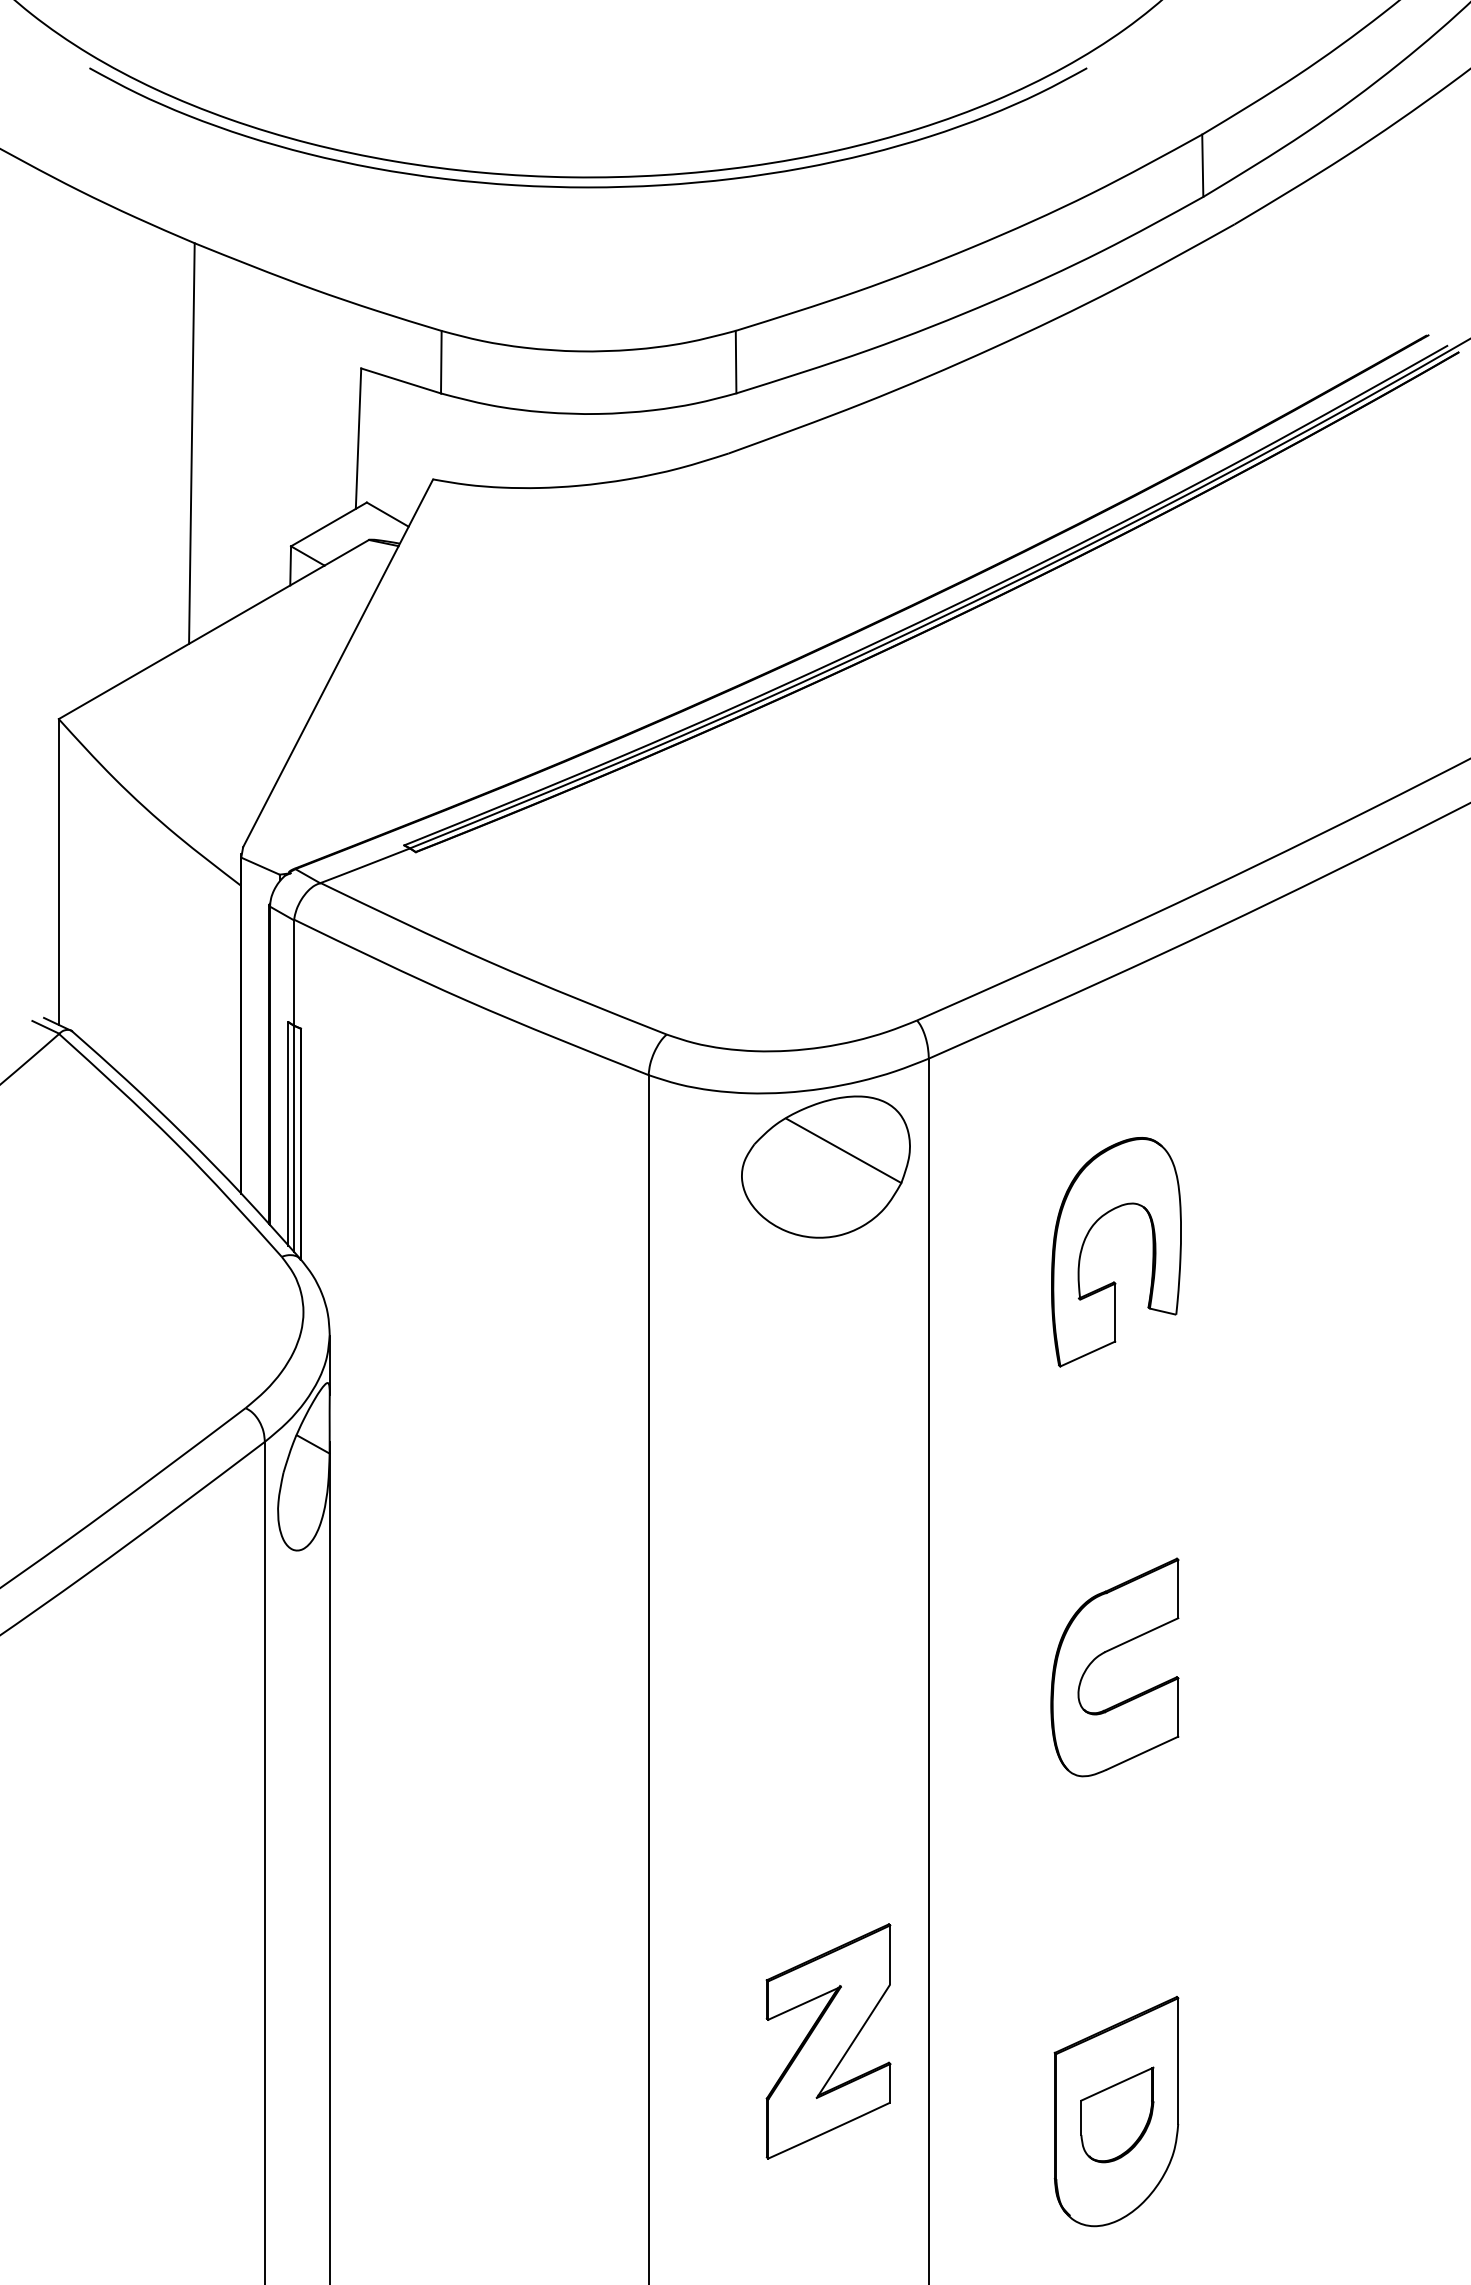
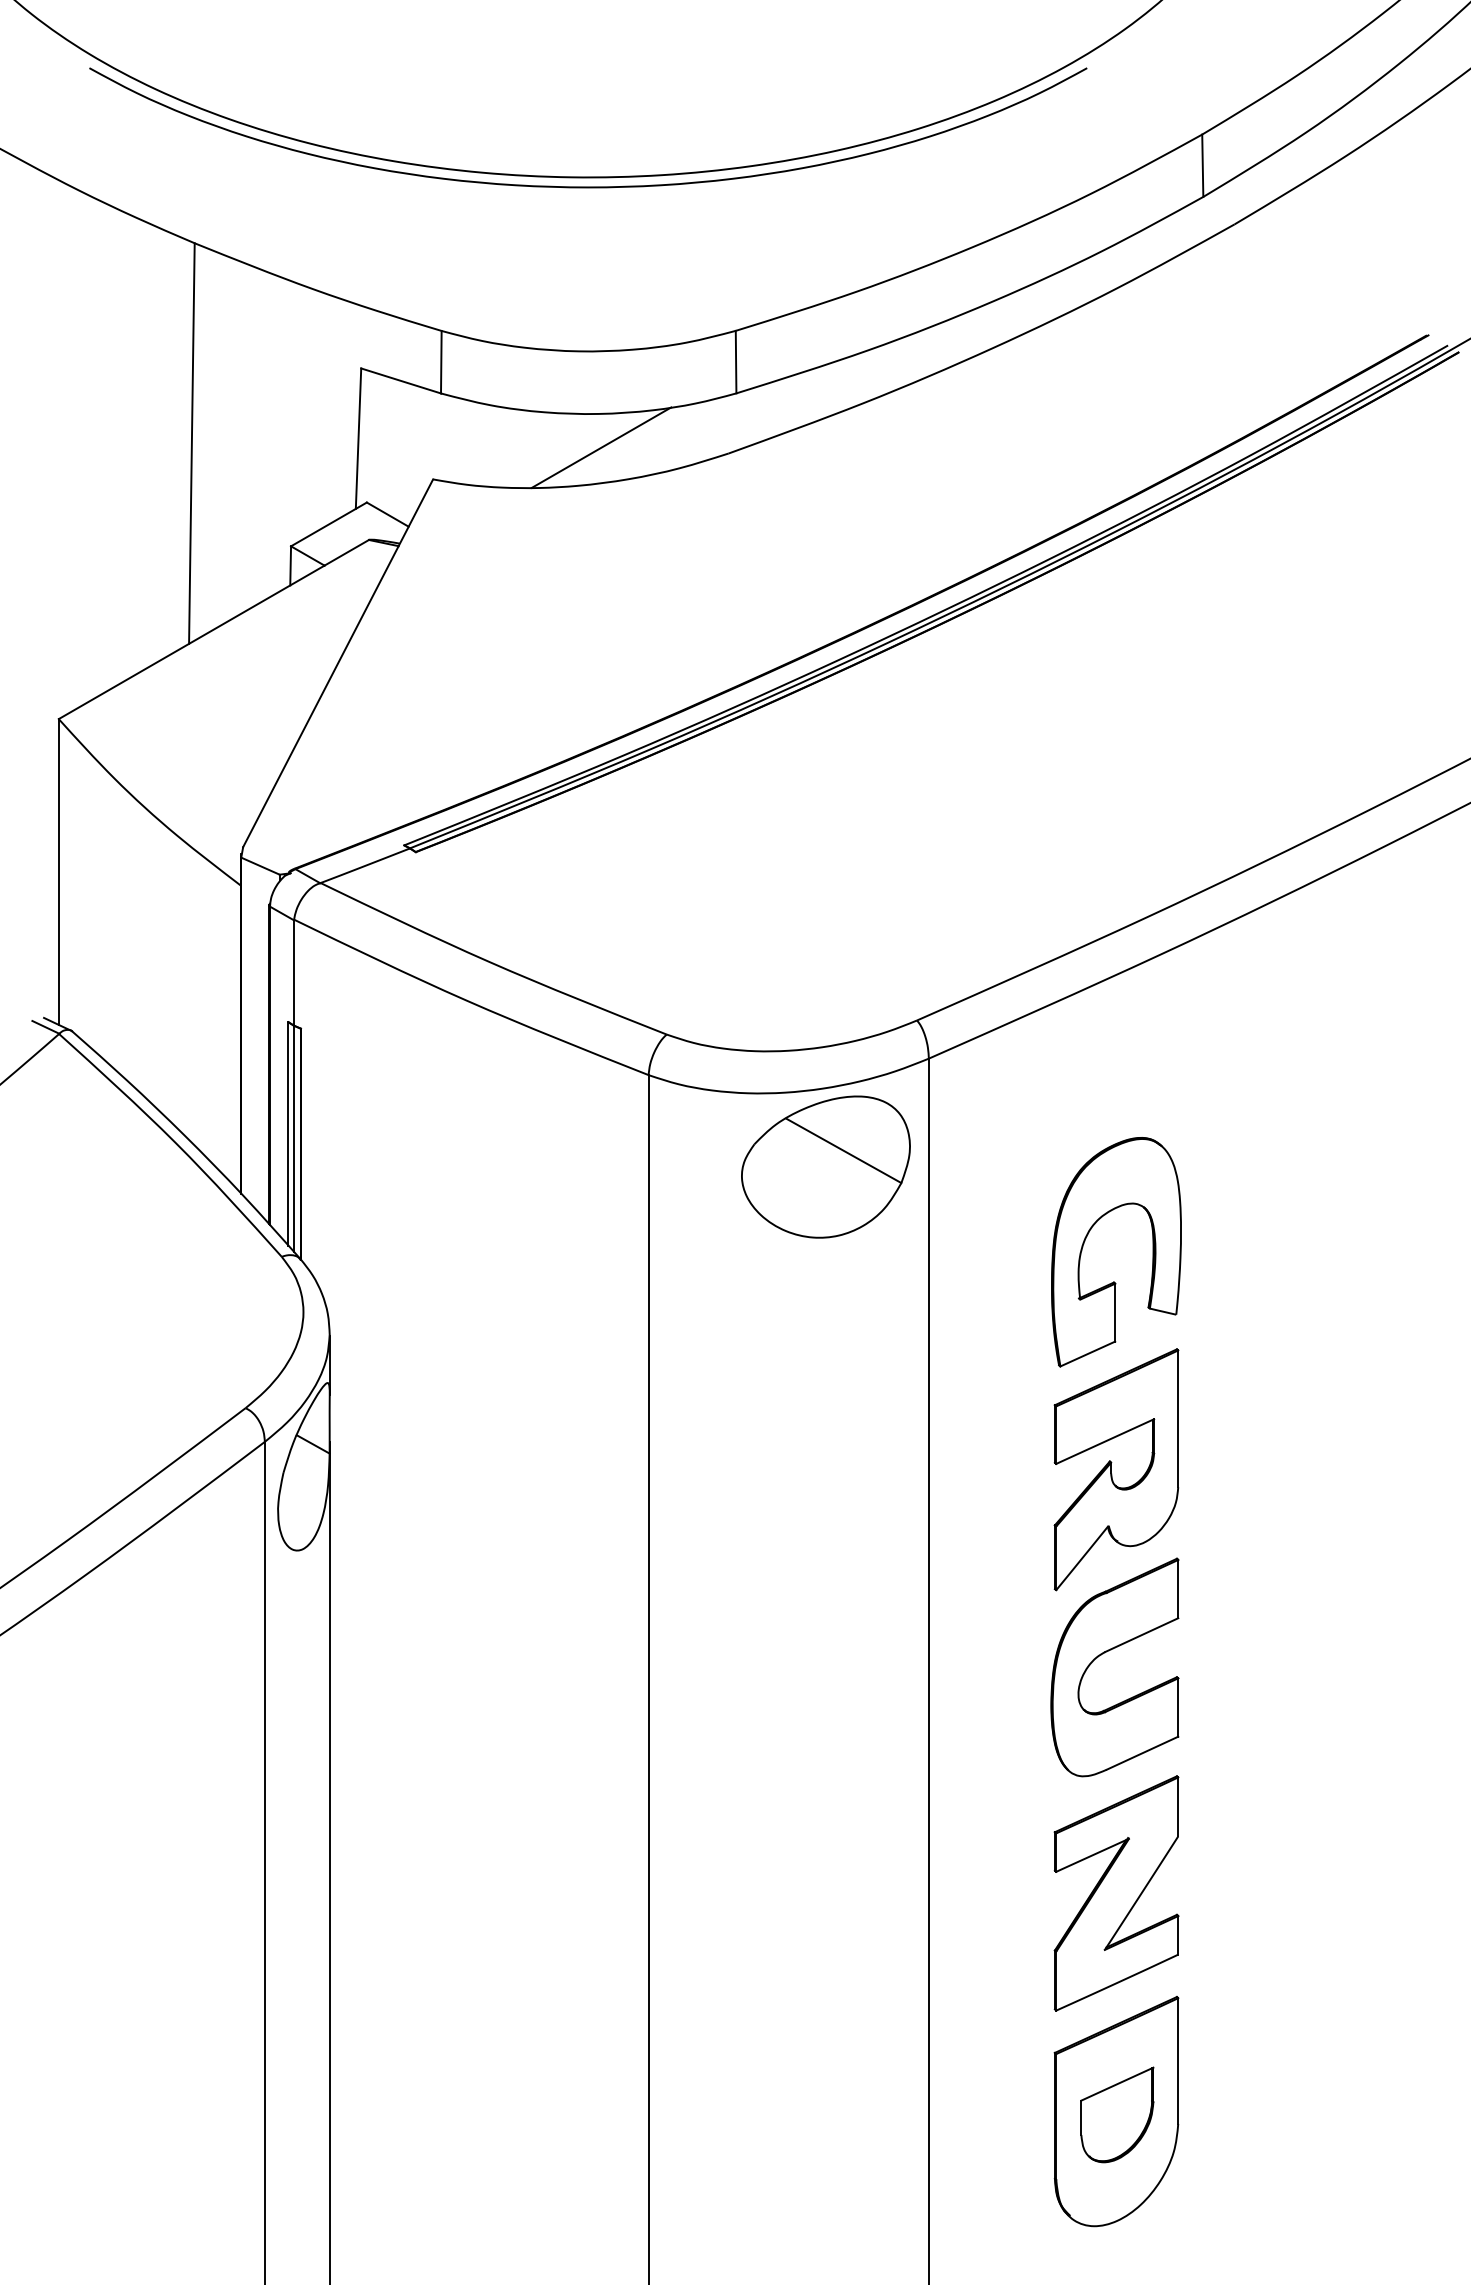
line at (601, 447): none -> present
part at (1116, 1469): none -> present
part at (828, 2041) position: (828, 2041) -> (1116, 1893)
